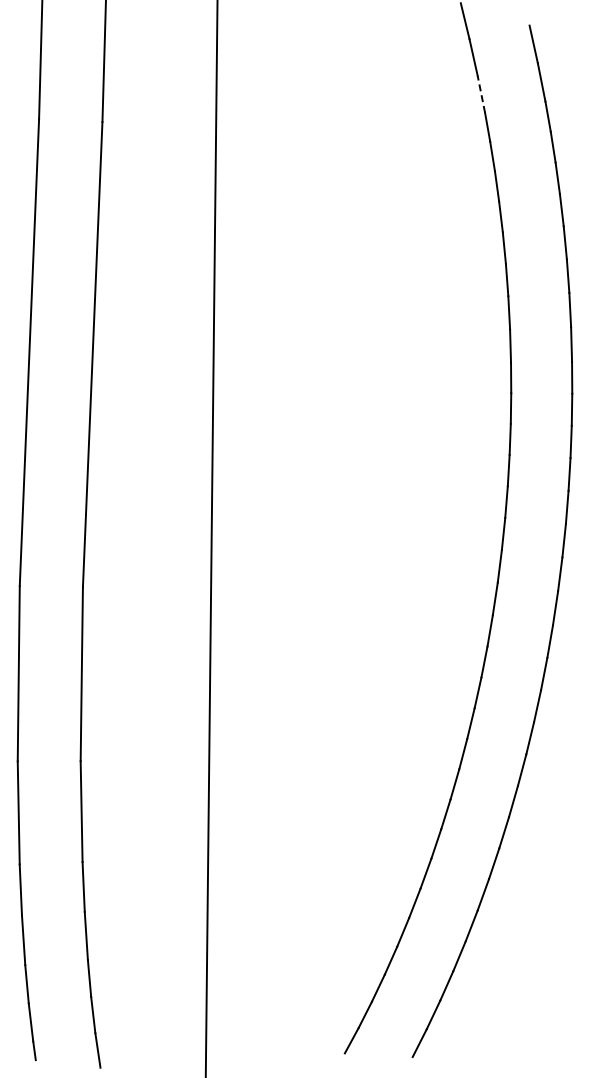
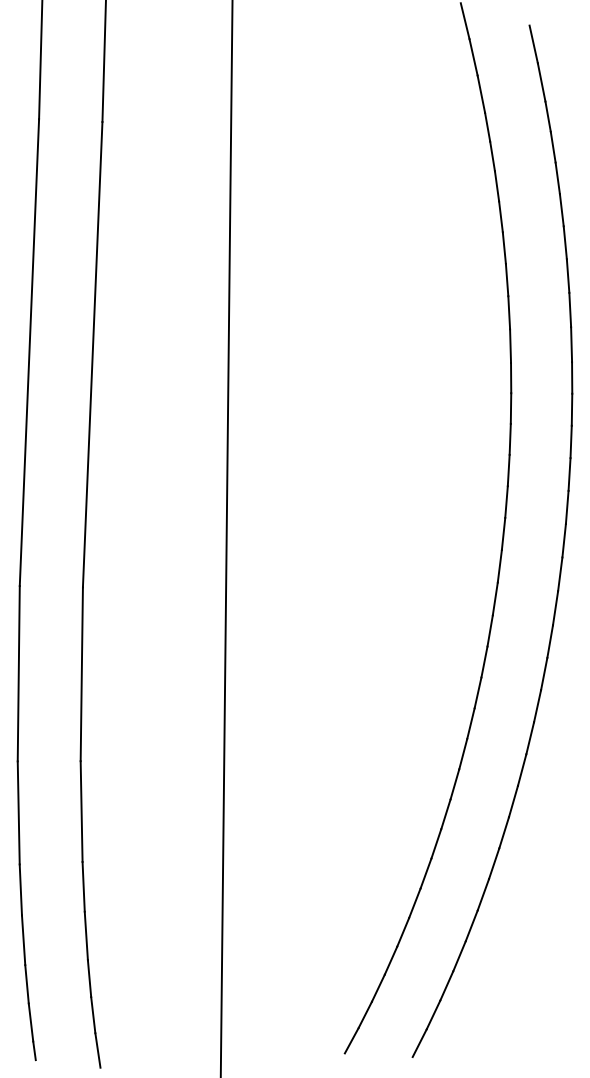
line at (481, 93): dashed -> solid
line at (211, 538) position: (211, 538) -> (226, 538)
